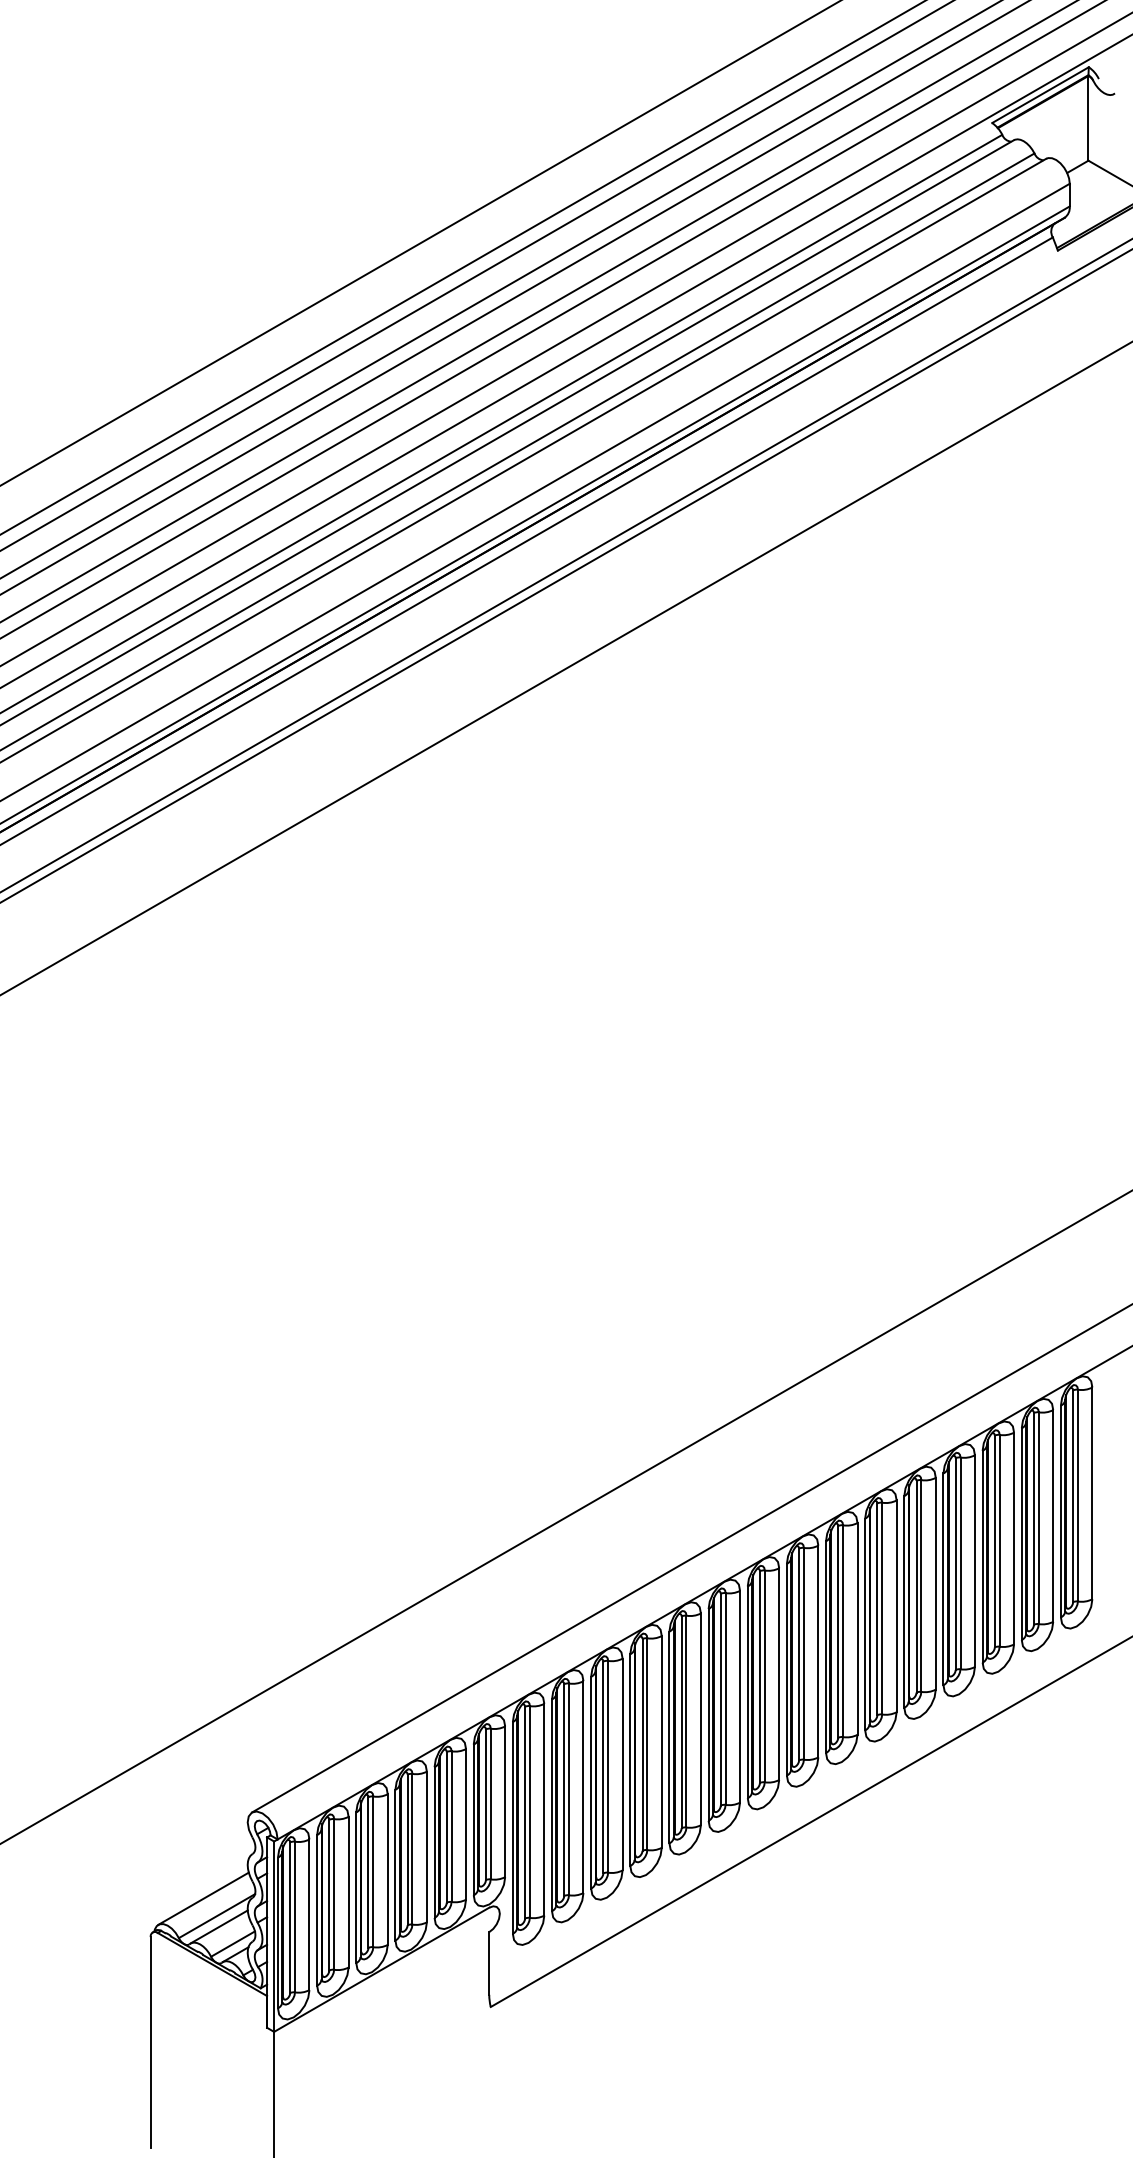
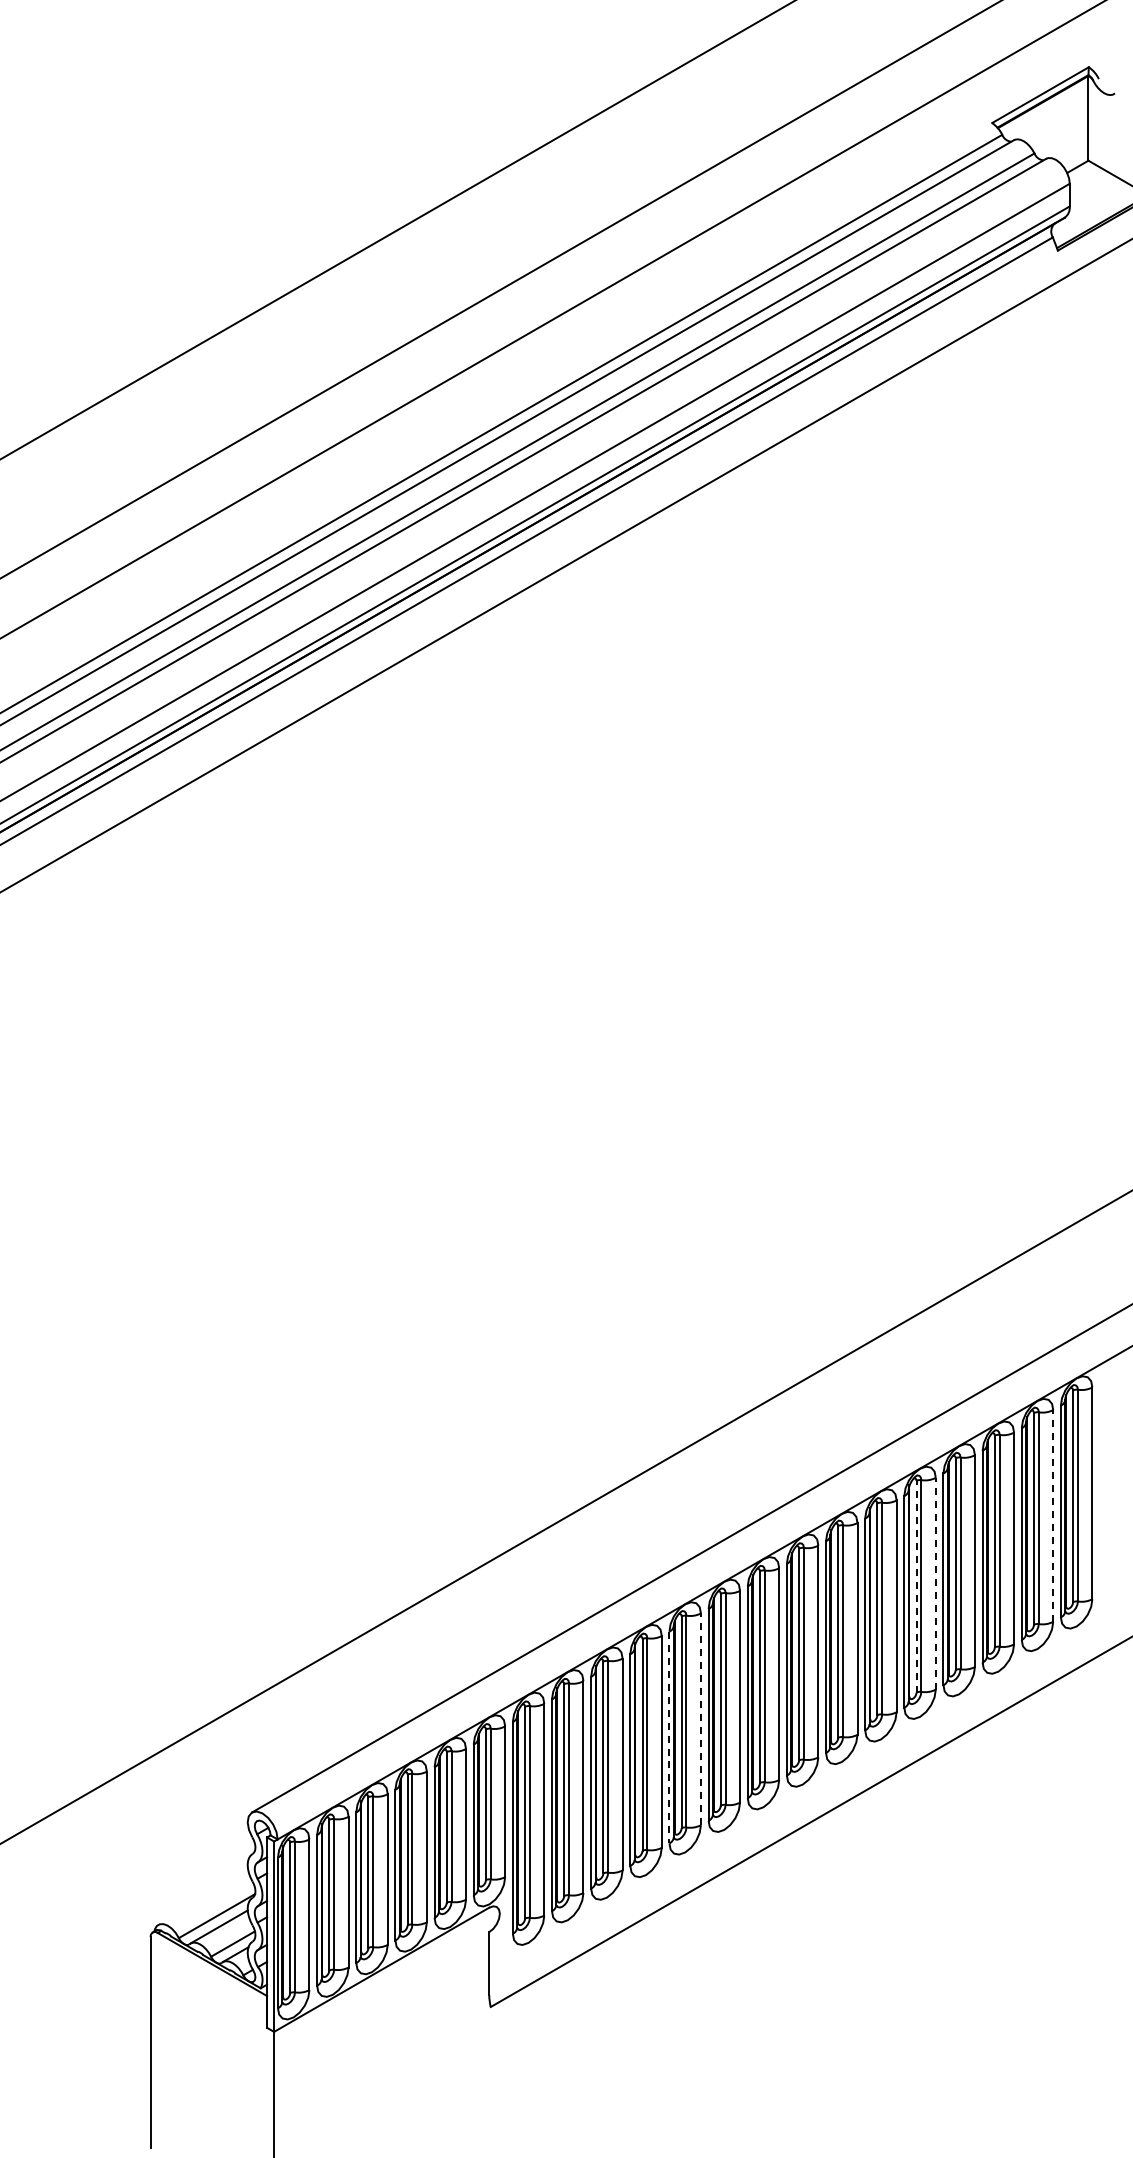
line at (419, 243) position: (419, 243) -> (397, 230)
line at (462, 267): present -> none
line at (476, 275): present -> none
line at (514, 297): present -> none
line at (538, 311): present -> none
line at (565, 339): present -> none
line at (565, 361): present -> none
line at (565, 576): present -> none
line at (565, 668): present -> none
line at (1053, 1515): solid -> dashed
line at (935, 1583): solid -> dashed
line at (916, 1586): solid -> dashed
line at (700, 1719): solid -> dashed
line at (669, 1737): solid -> dashed
line at (203, 1898): present -> none
